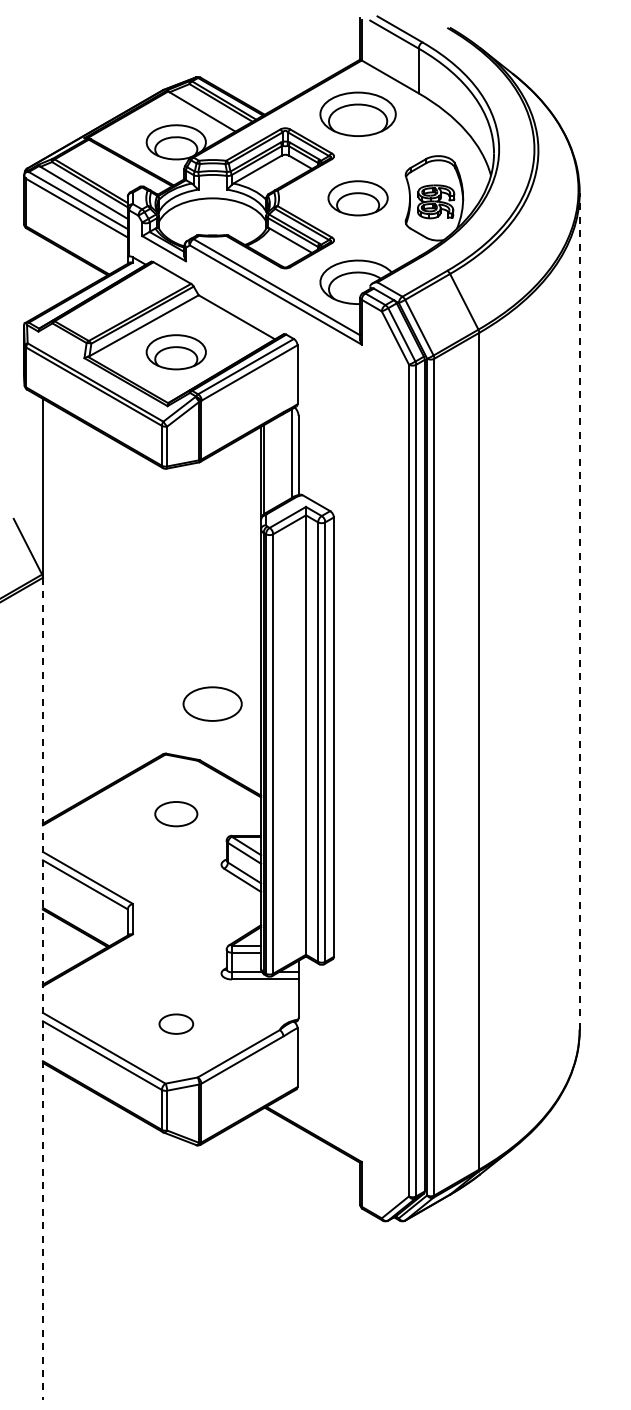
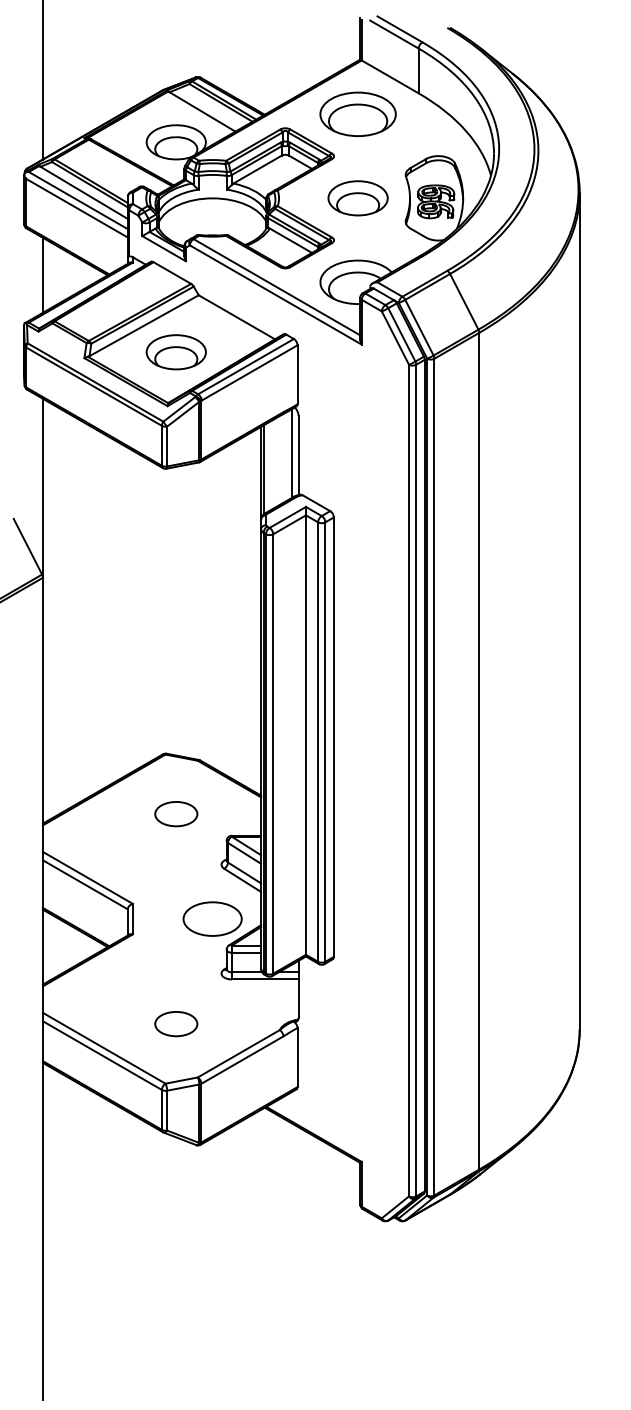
line at (42, 80): none -> present
line at (42, 274): none -> present
line at (579, 610): dashed -> solid
part at (212, 703) position: (212, 703) -> (212, 918)
line at (42, 989): dashed -> solid
part at (176, 1023) size: 37x22 px -> 45x27 px
